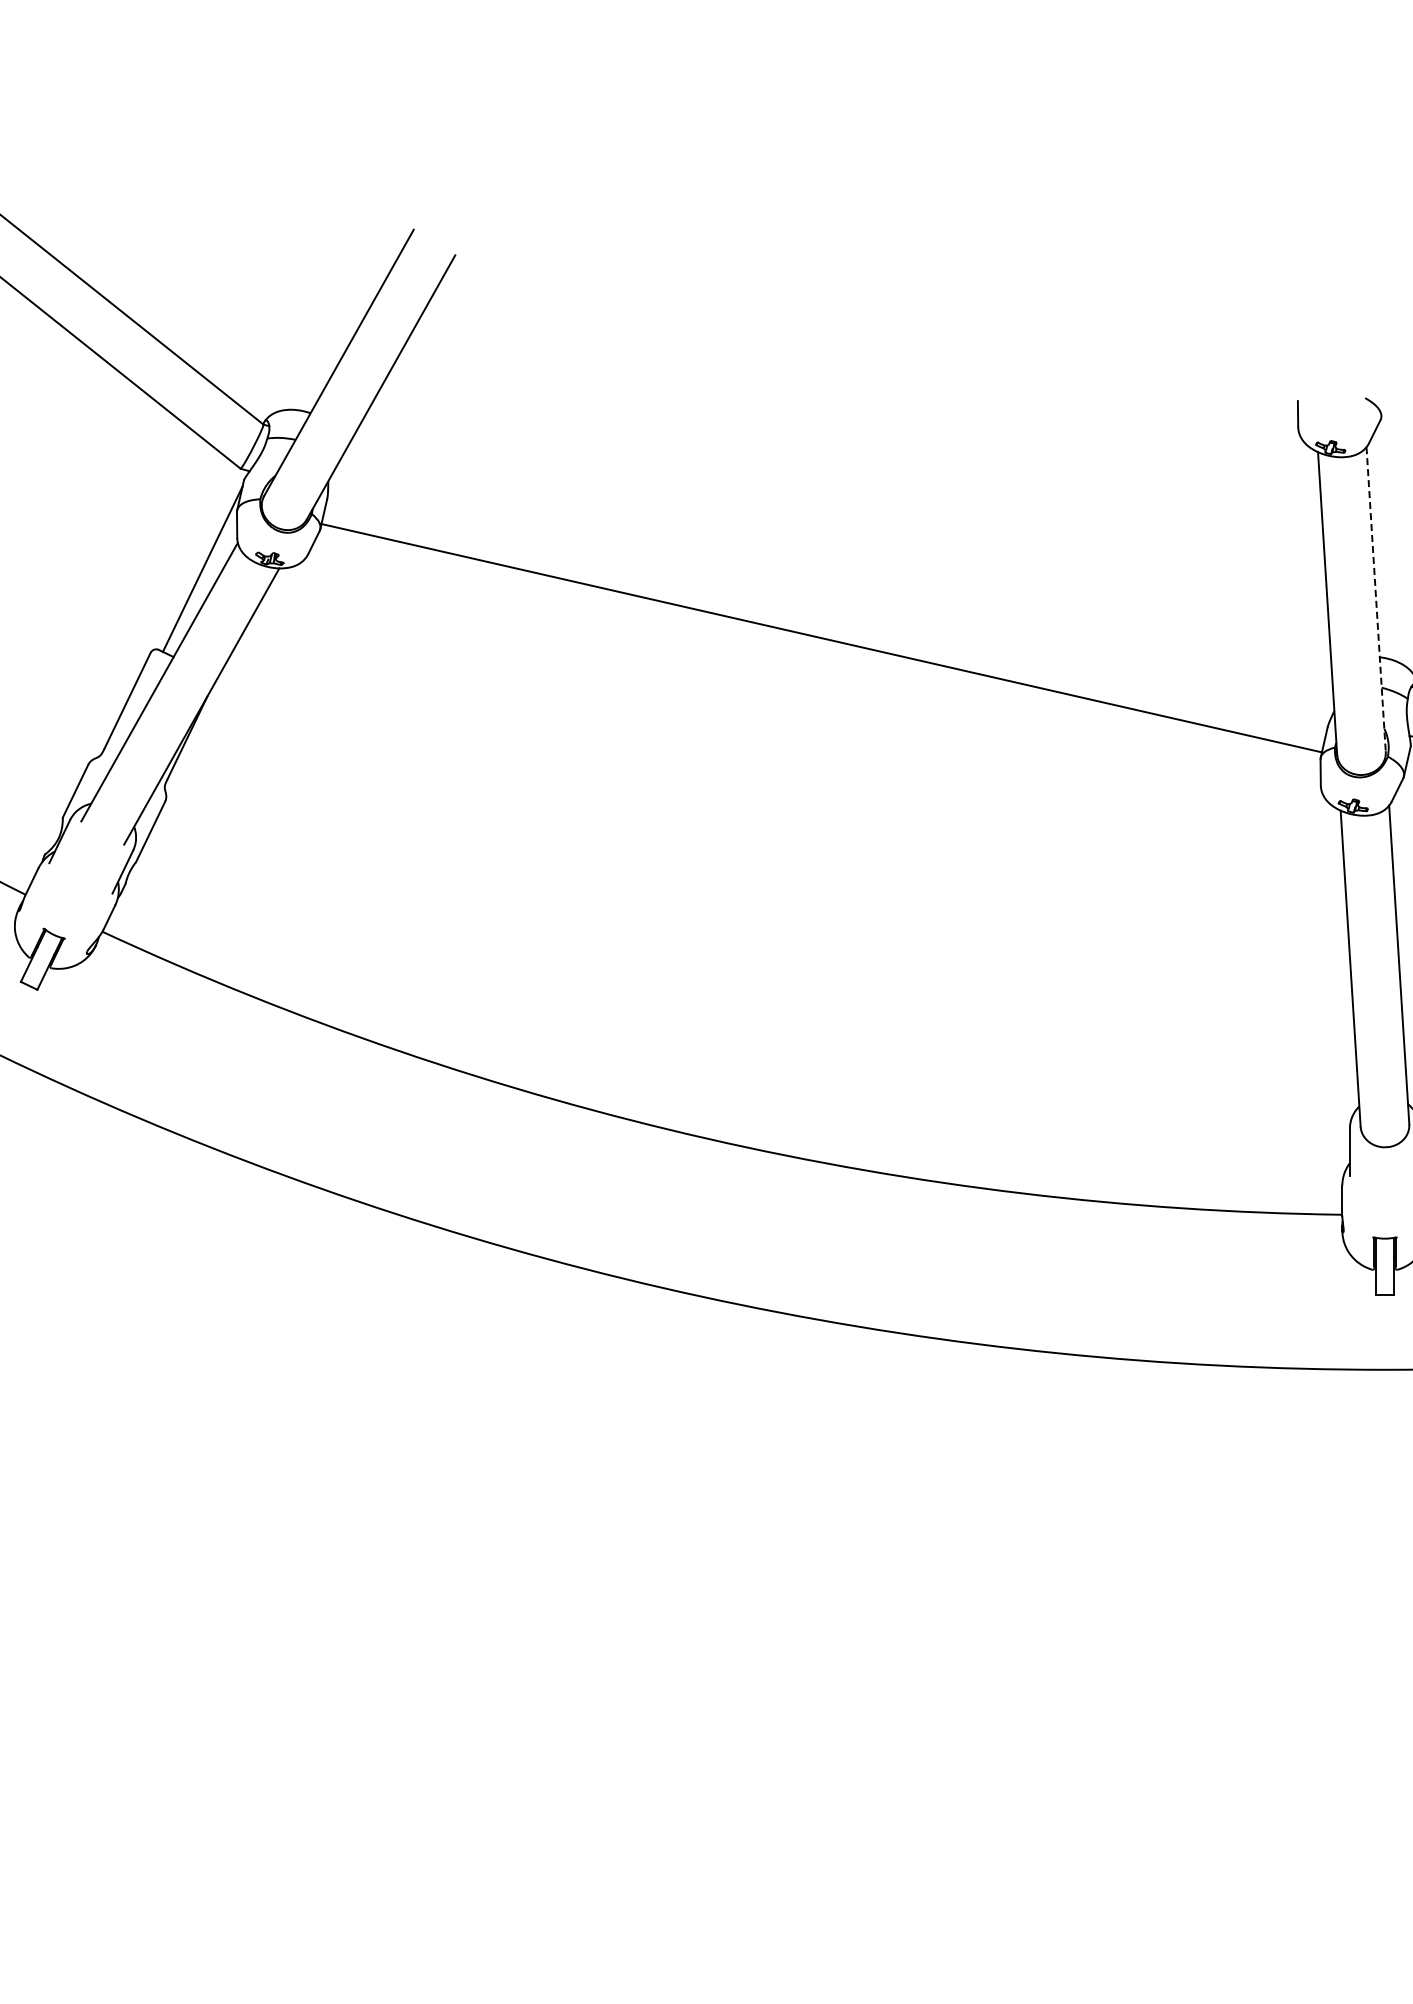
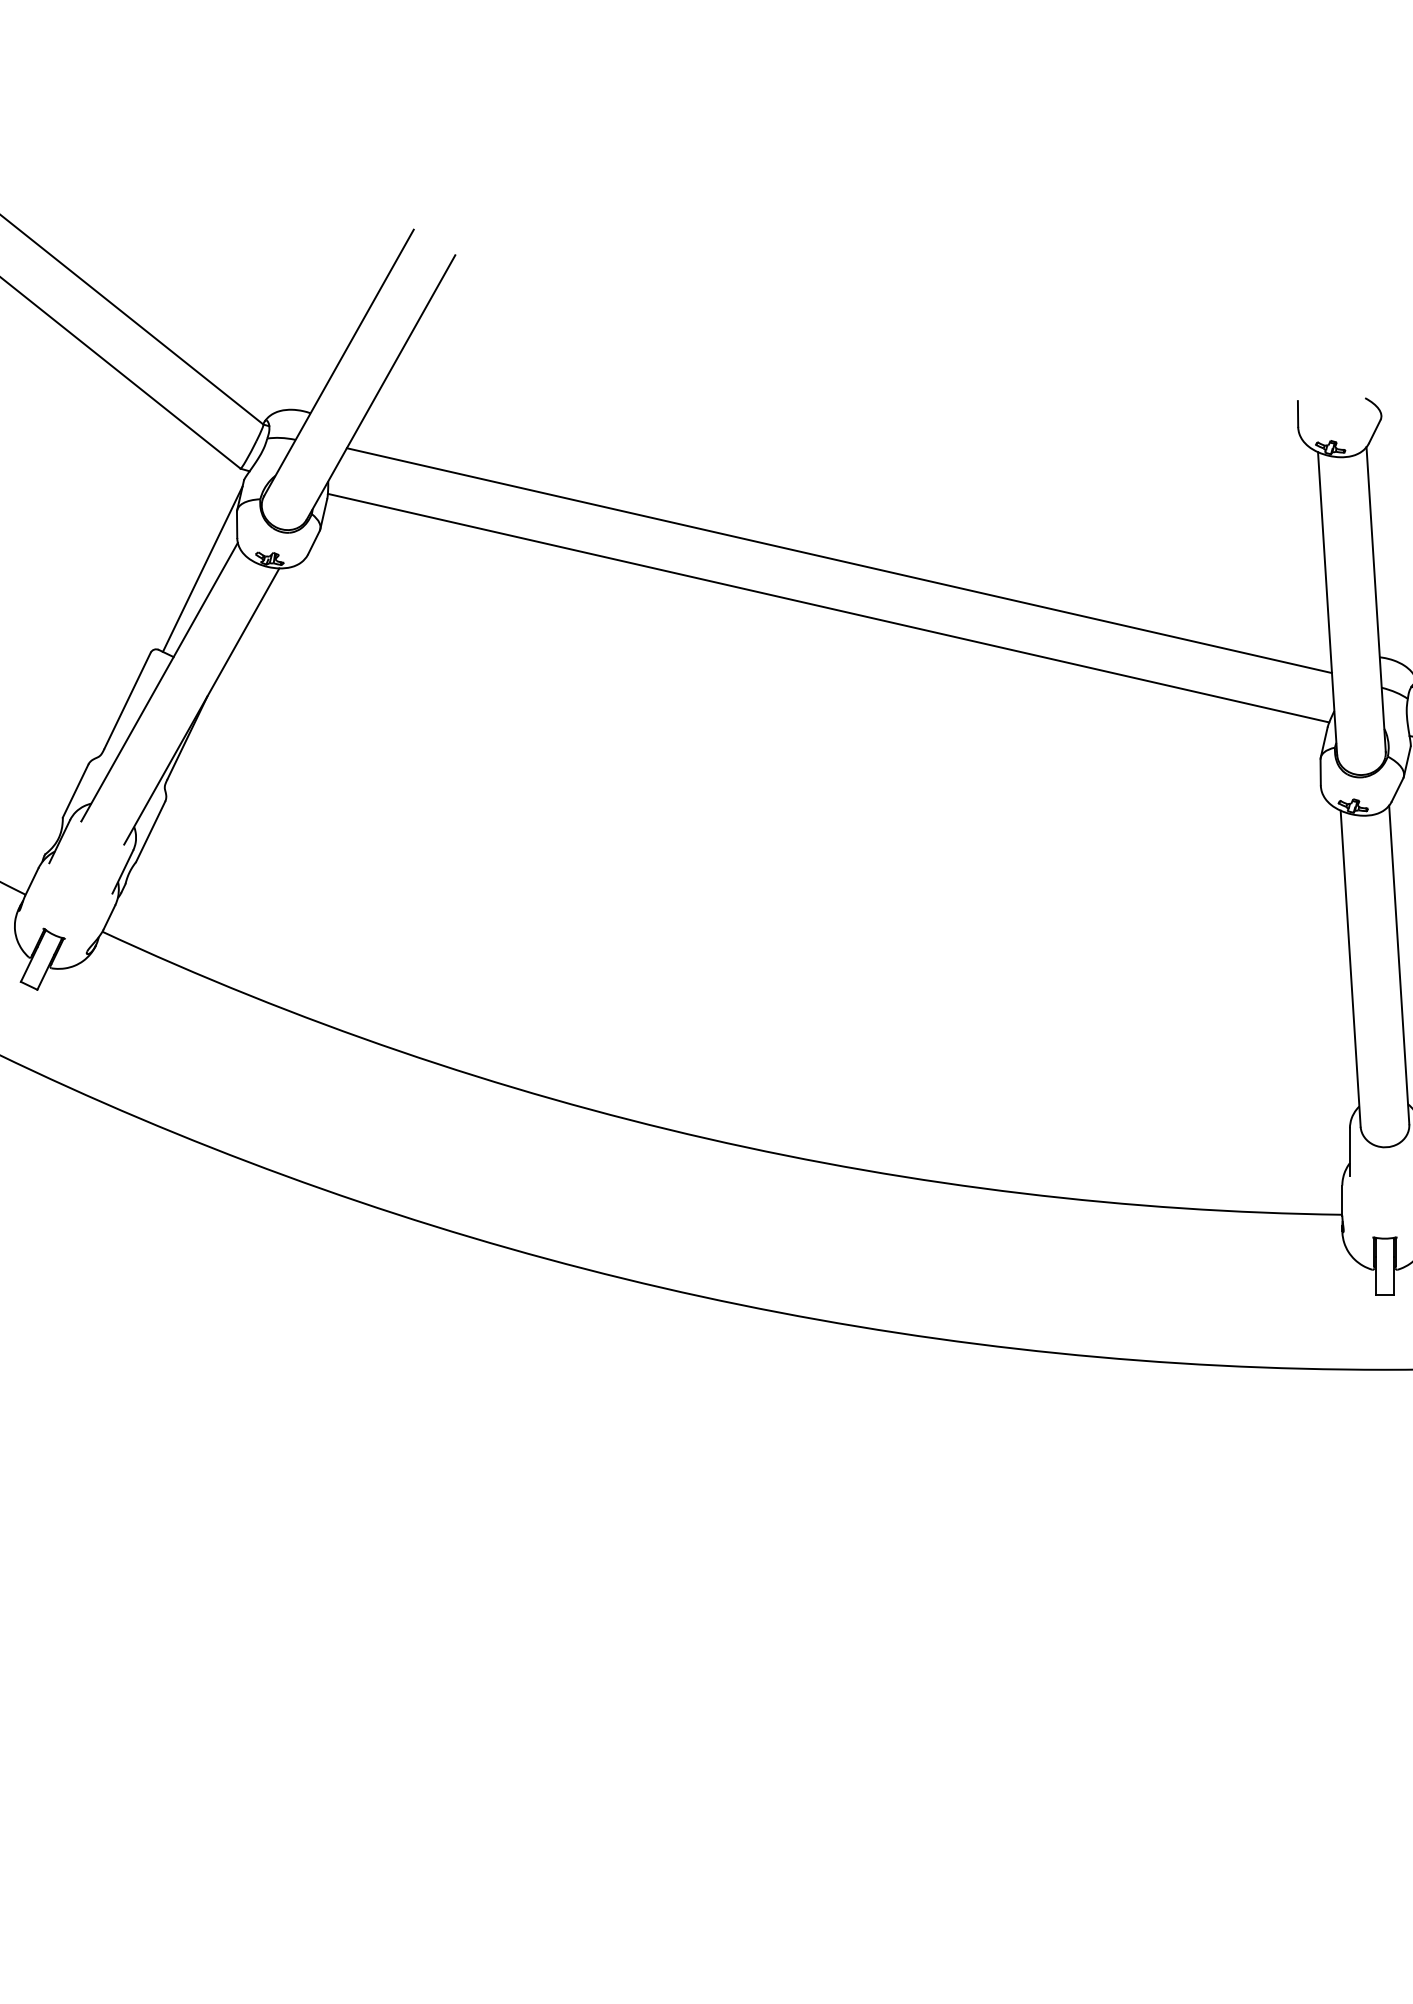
line at (838, 560): none -> present
line at (1376, 599): dashed -> solid
line at (821, 637) position: (821, 637) -> (828, 607)
